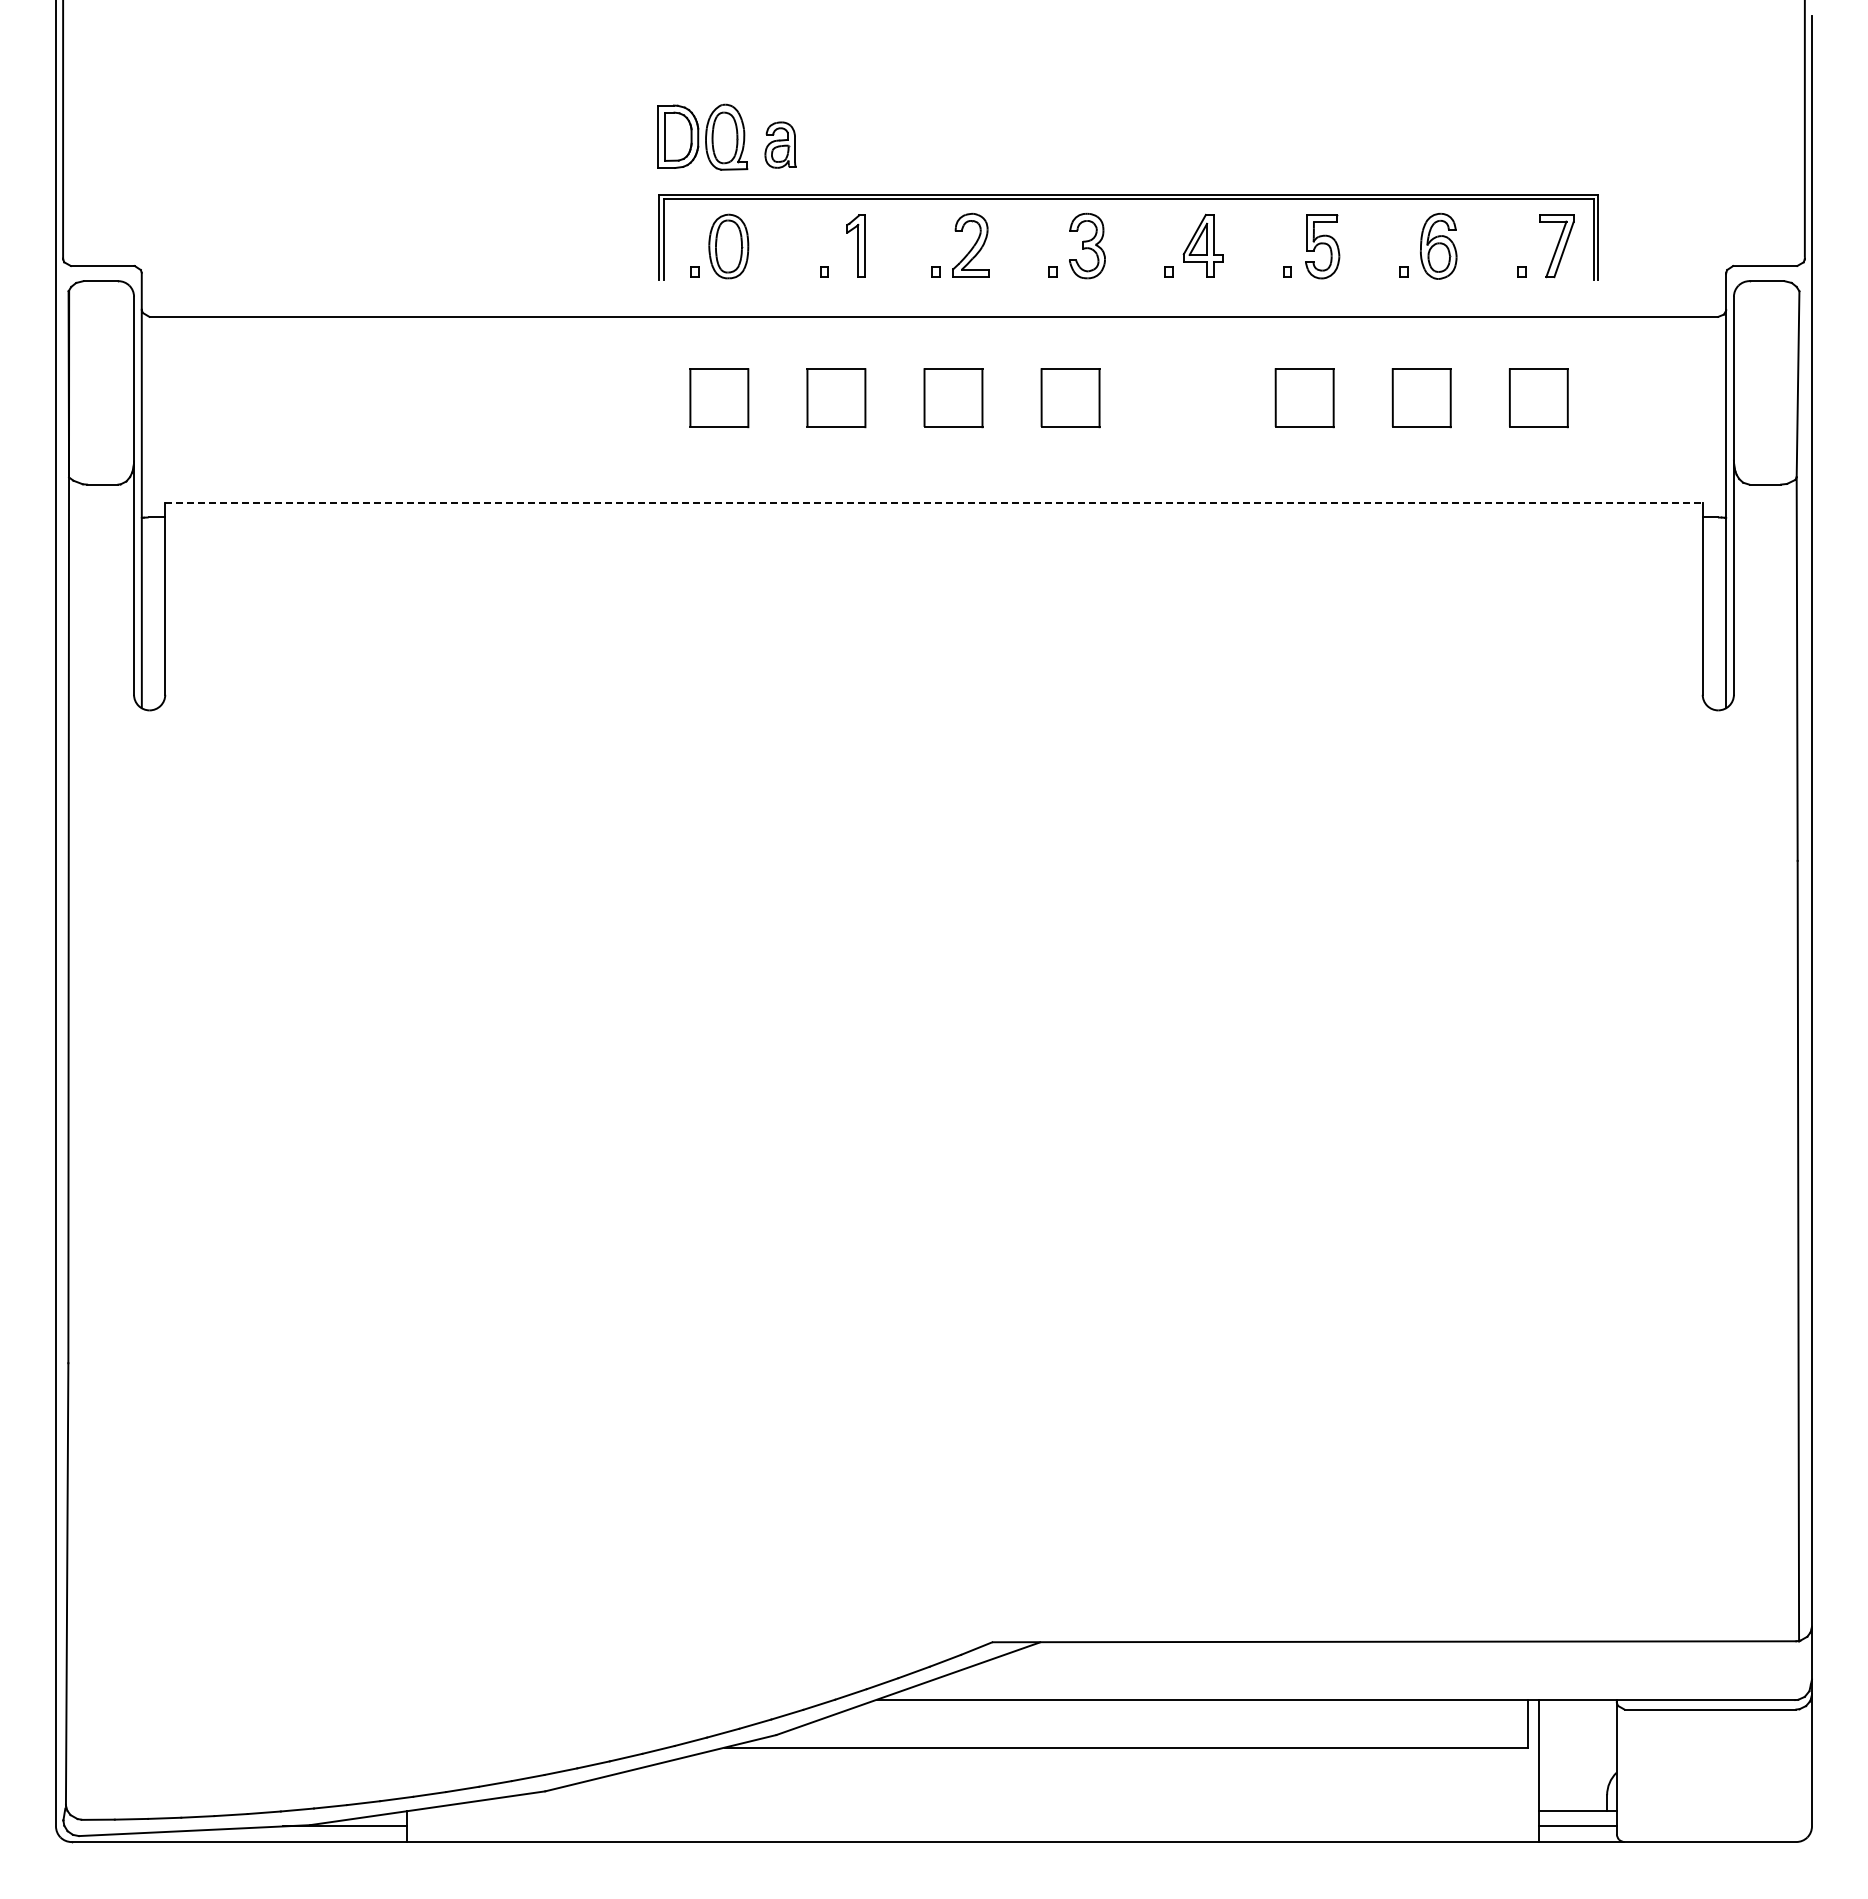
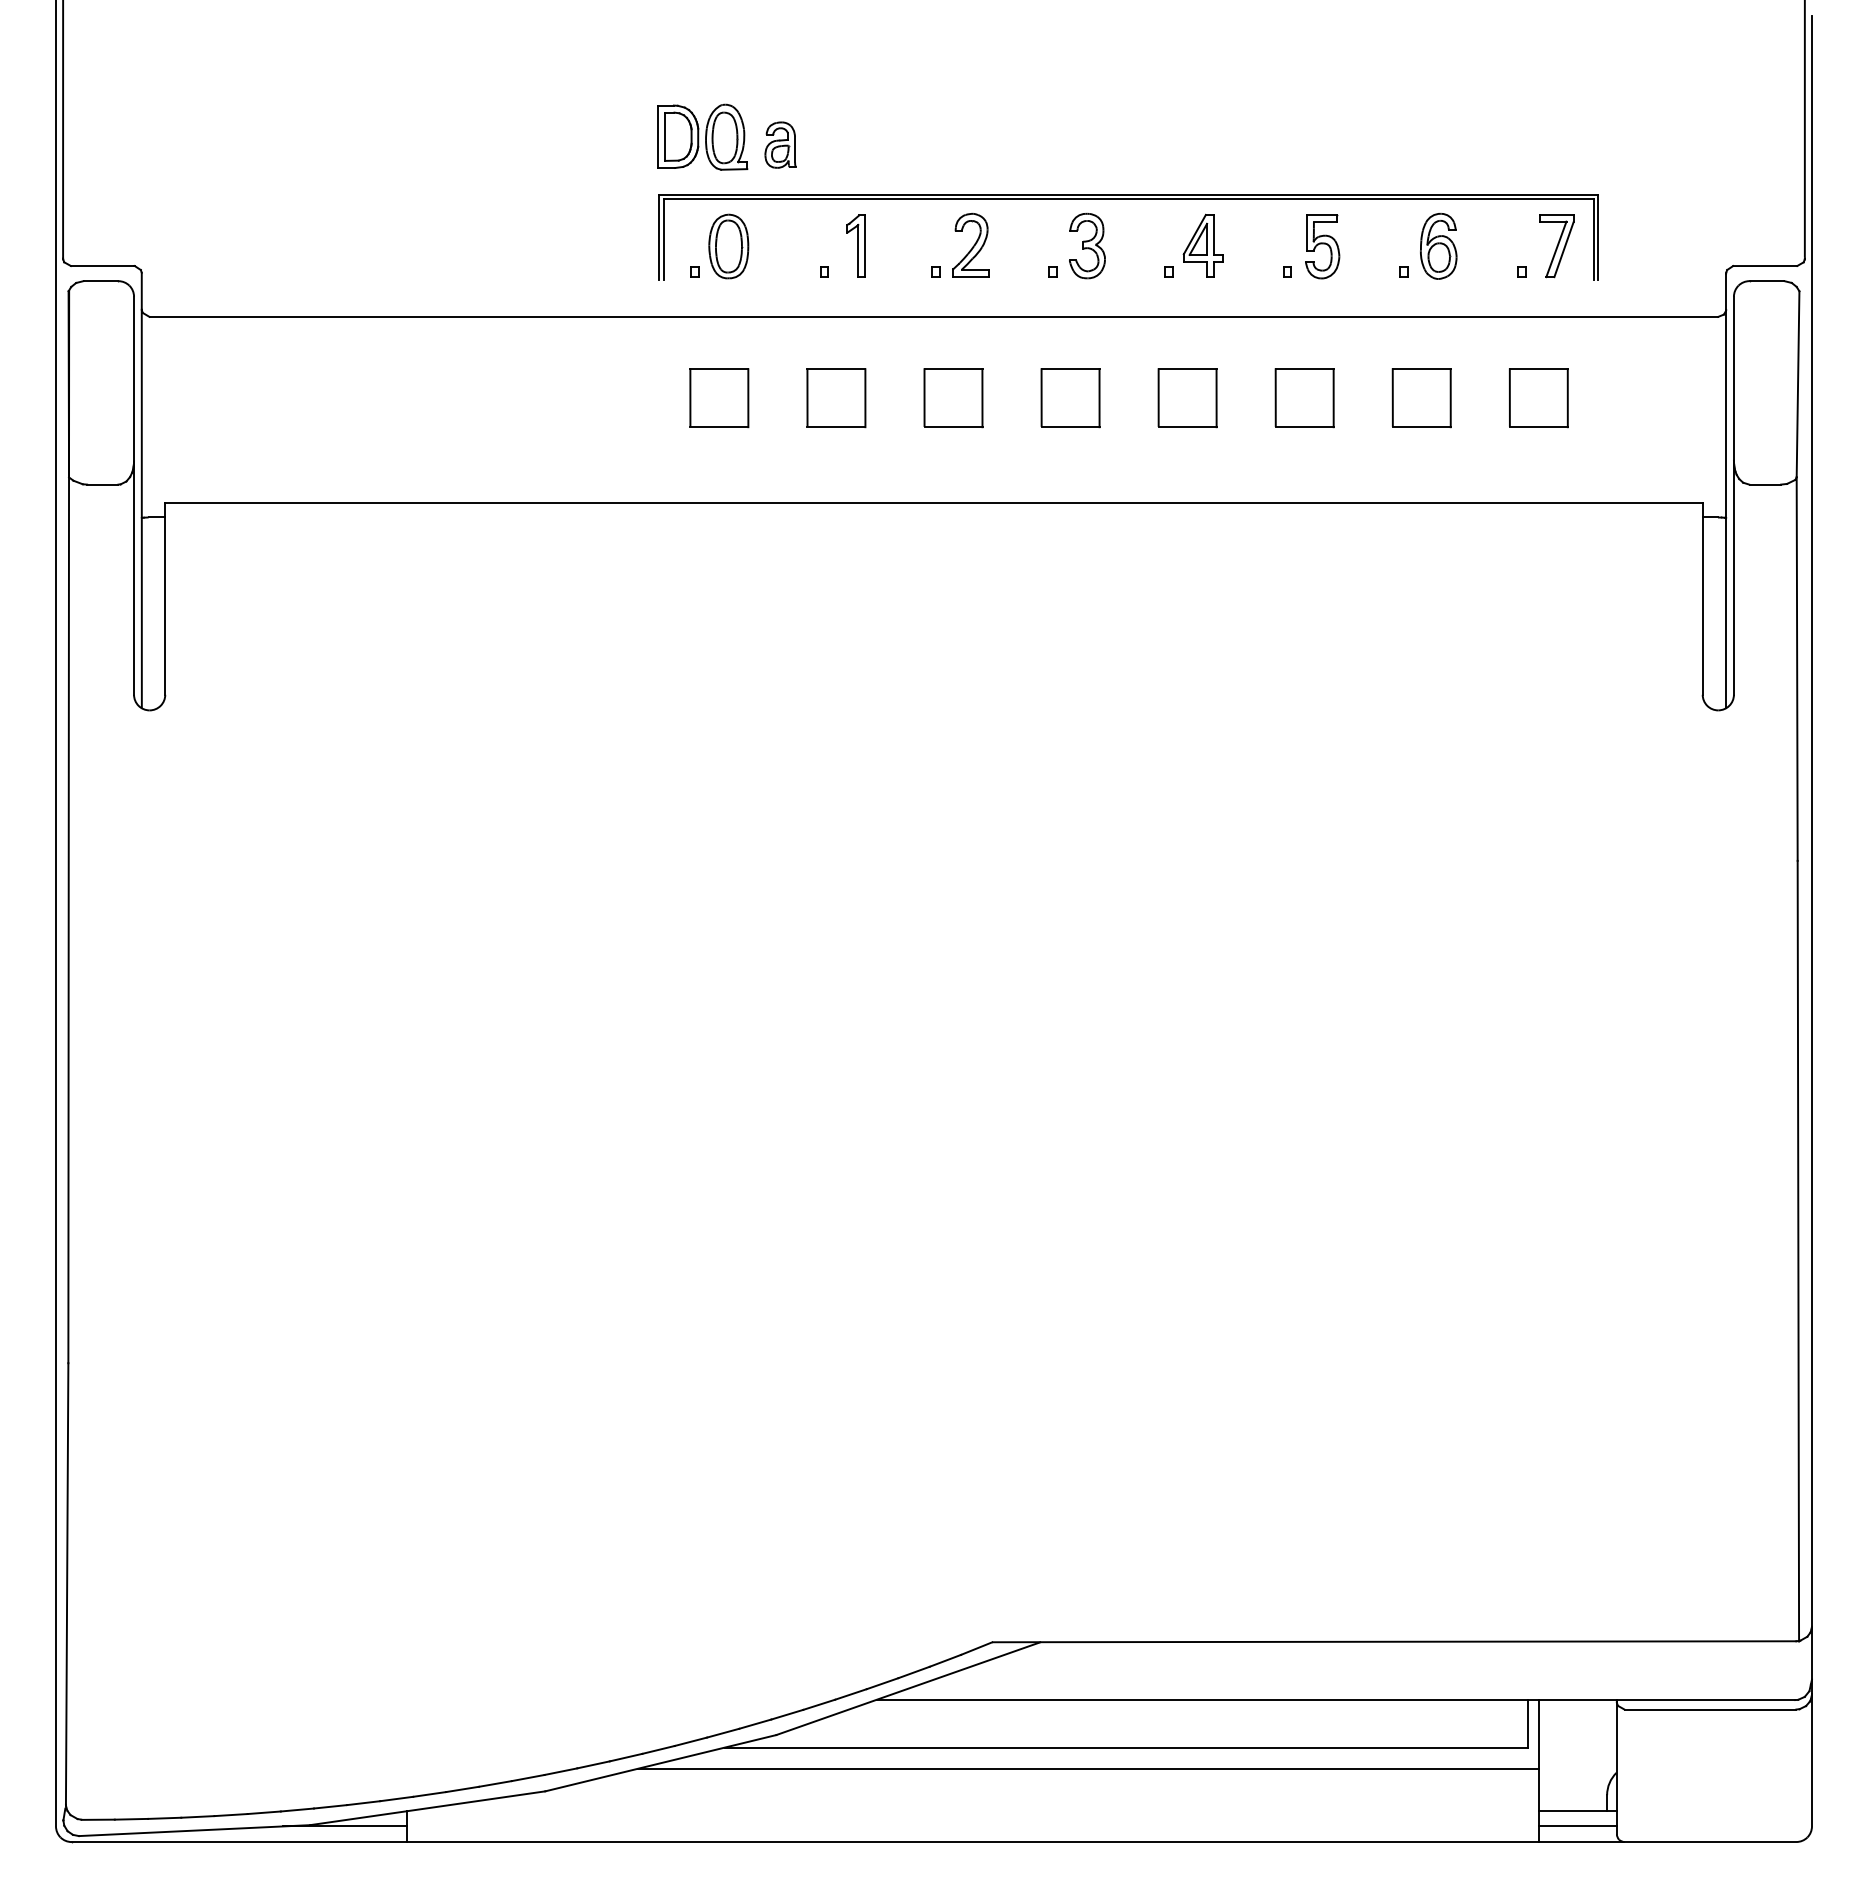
part at (1187, 398): none -> present
line at (933, 502): dashed -> solid
line at (1088, 1768): none -> present
